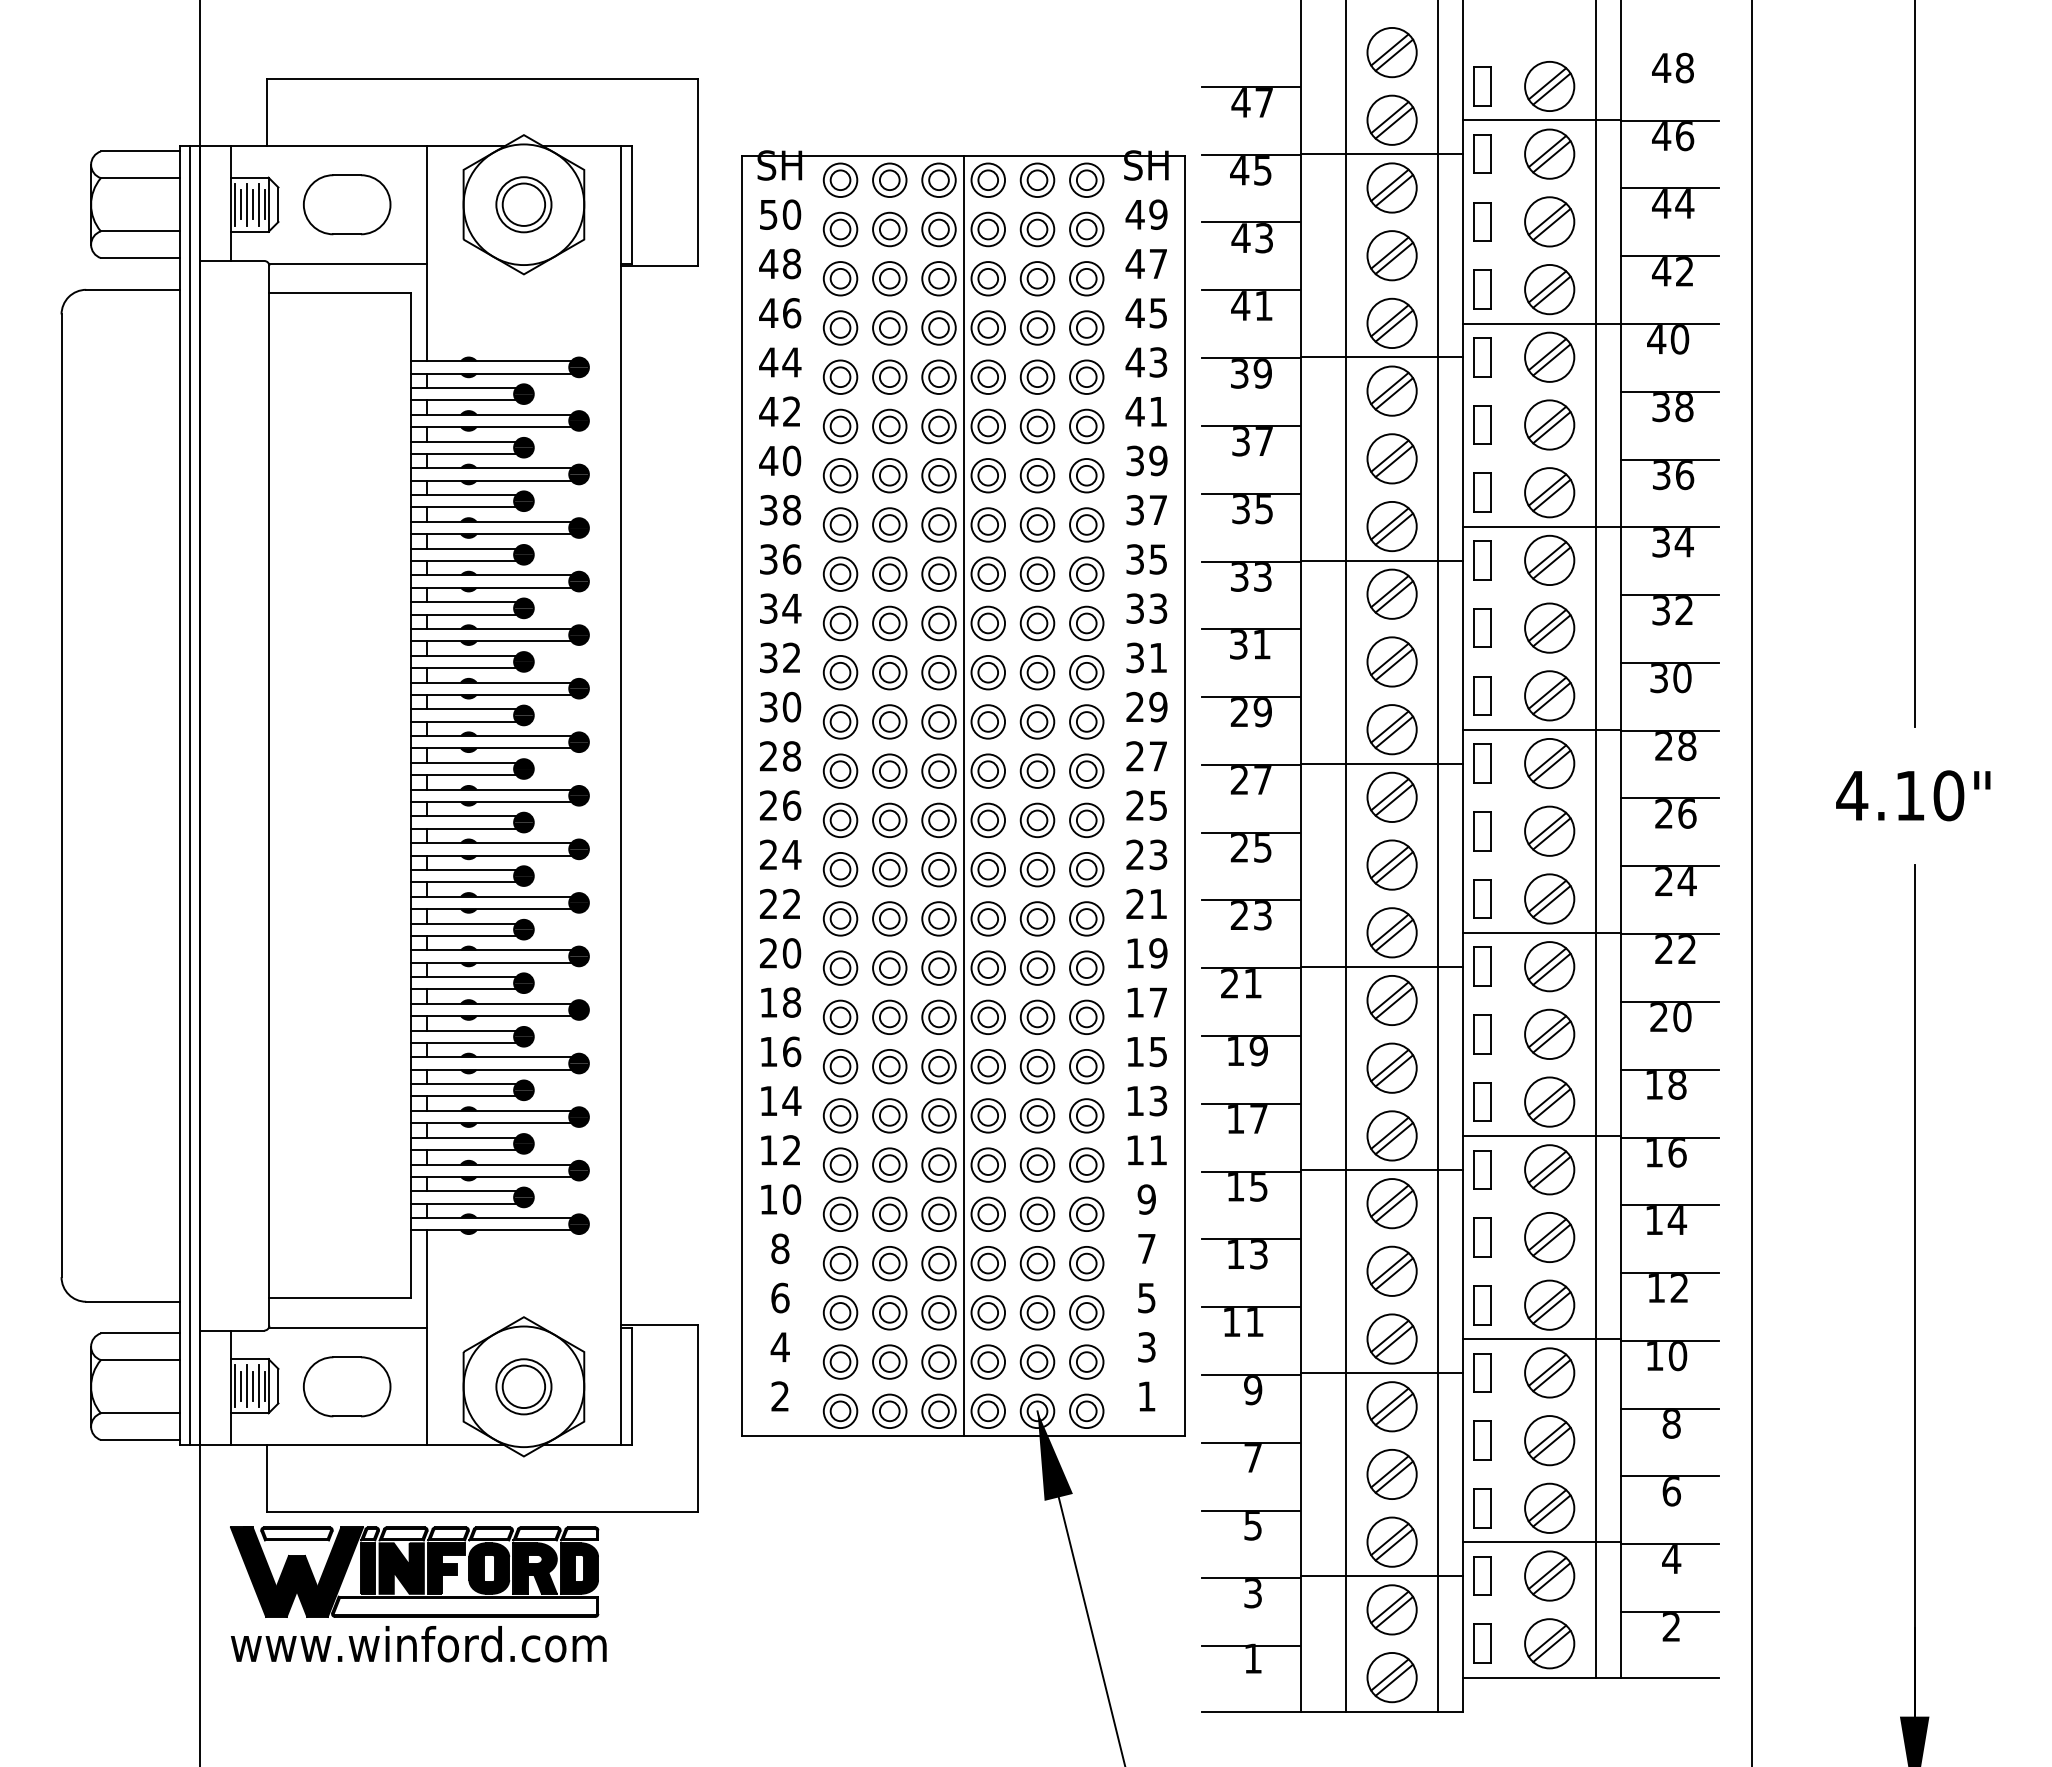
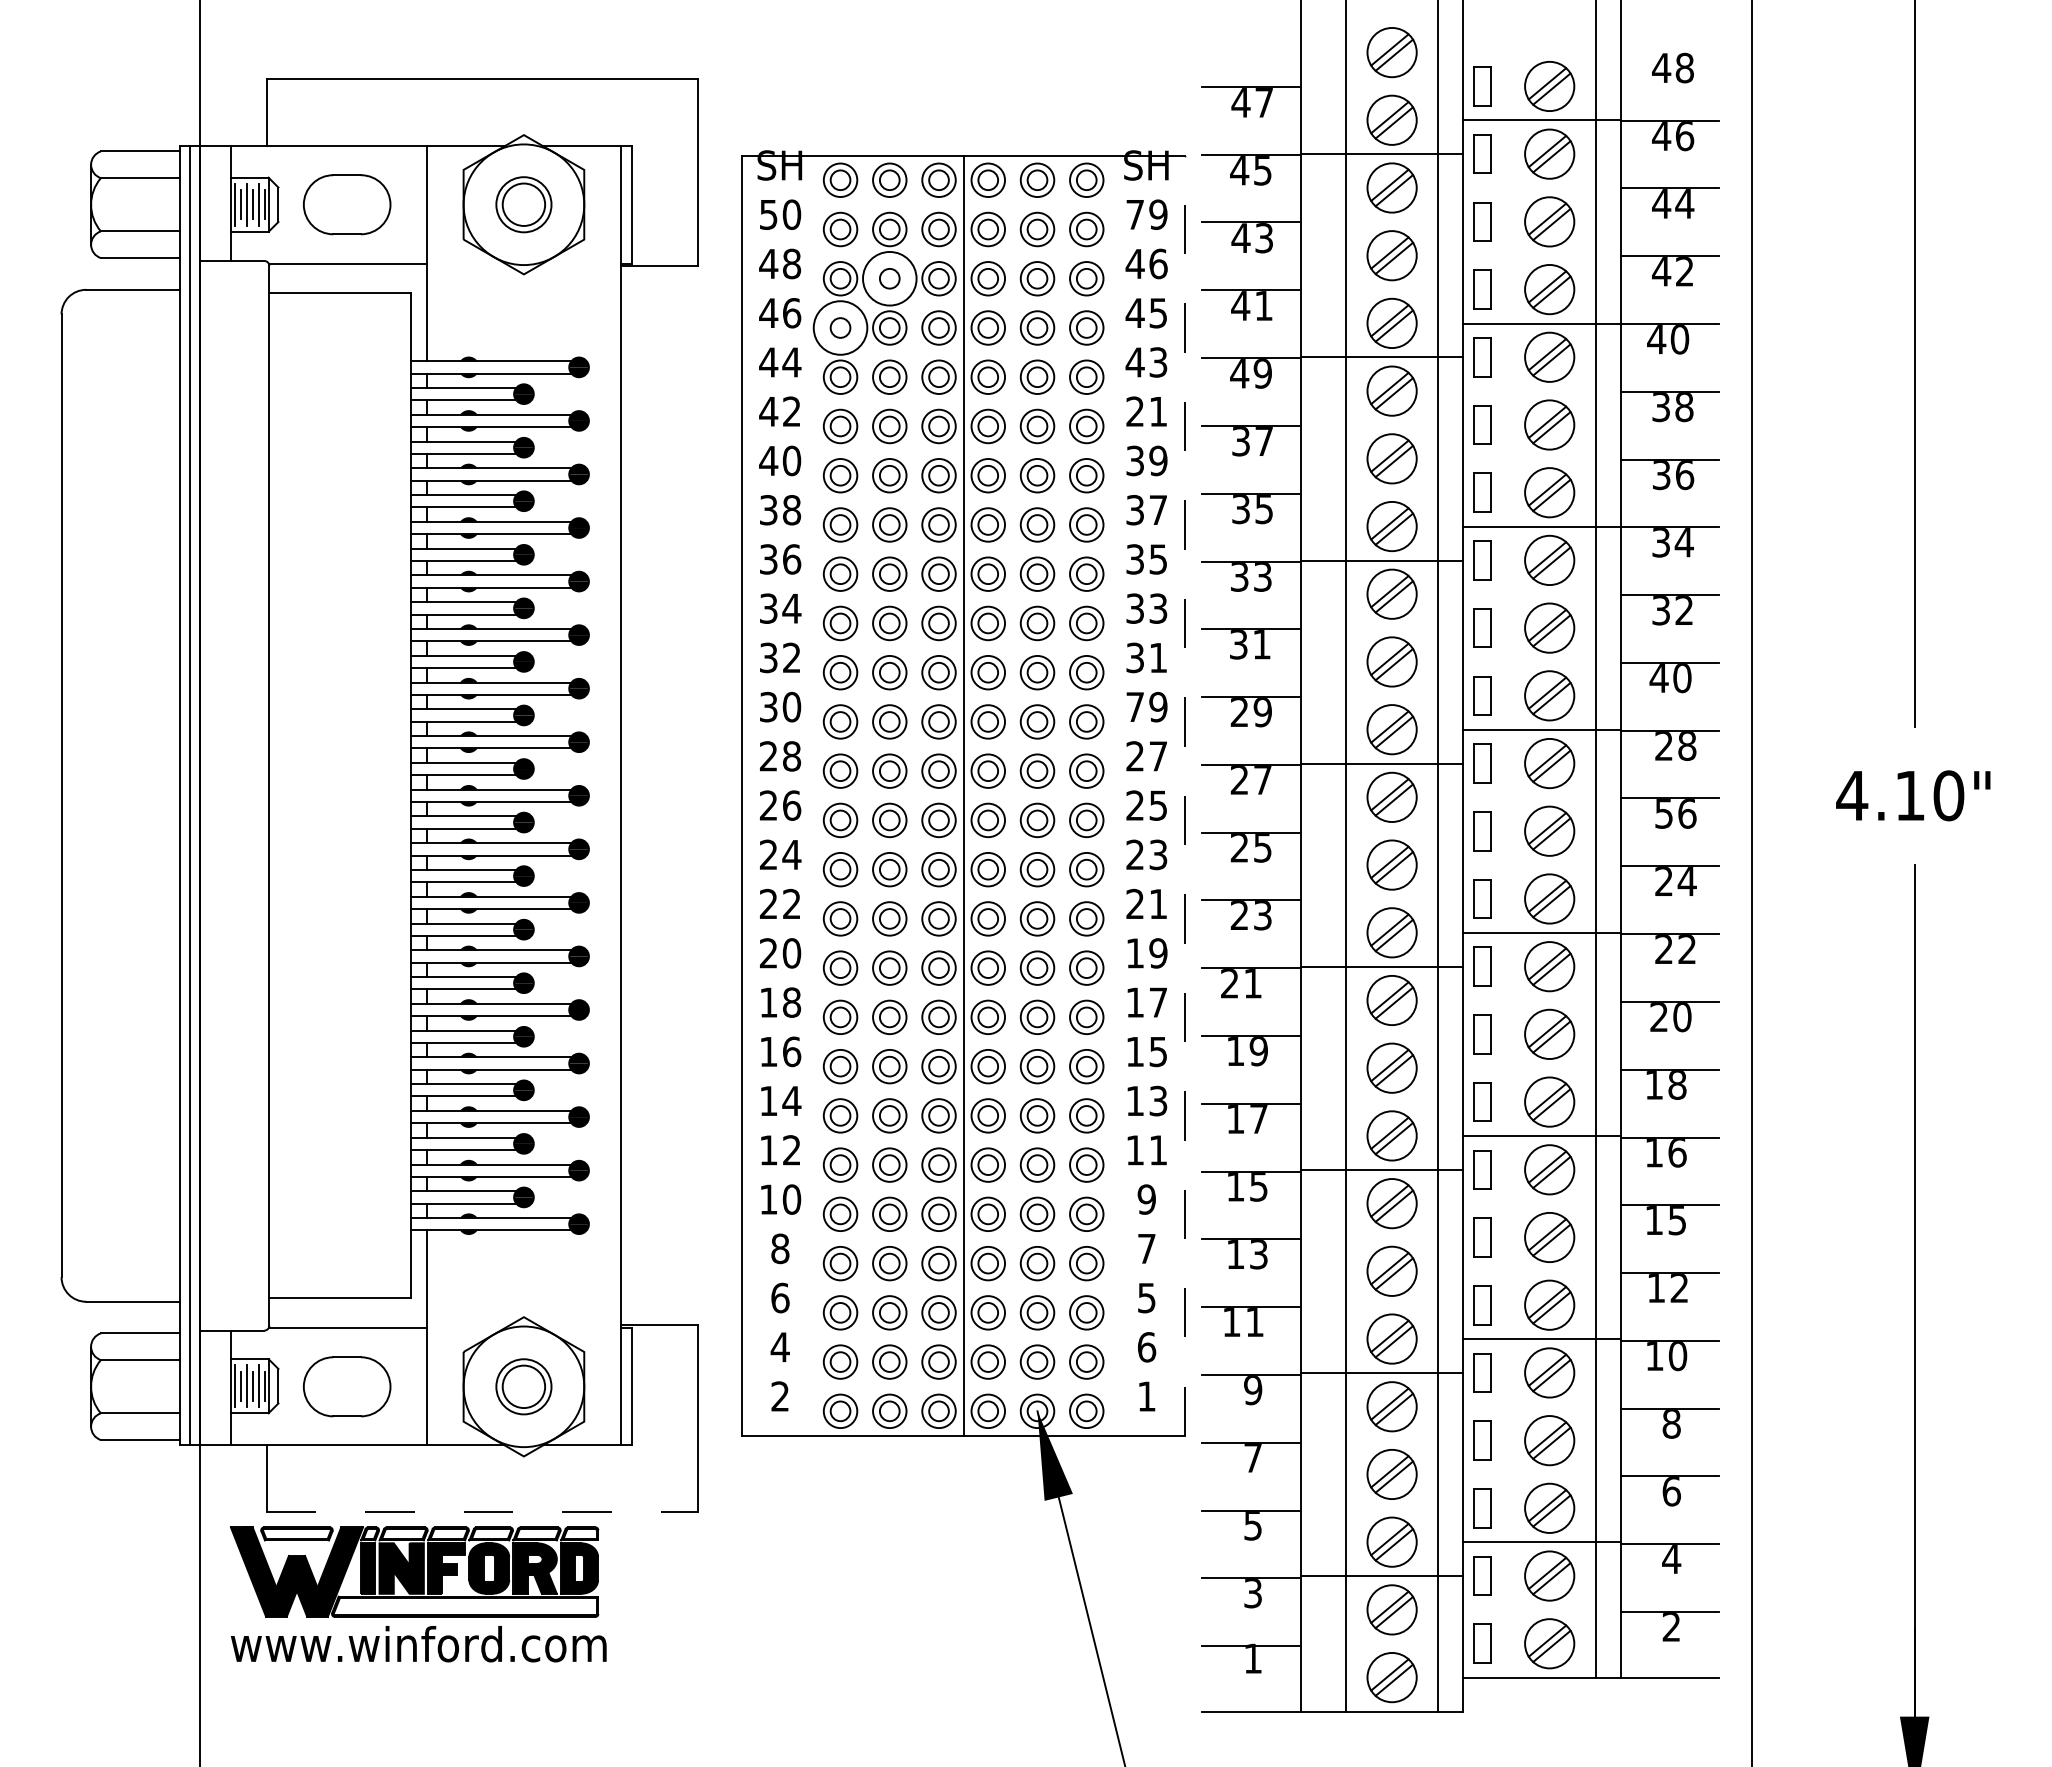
text at (1134, 214): 49 -> 79
text at (1158, 263): 47 -> 46
circle at (889, 278) diameter: 33 px -> 54 px
circle at (840, 327) diameter: 33 px -> 54 px
text at (1239, 373): 39 -> 49
text at (1134, 411): 41 -> 21
text at (1658, 678): 30 -> 40
text at (1134, 706): 29 -> 79
line at (1185, 795): solid -> dashed
text at (1663, 813): 26 -> 56
text at (1677, 1220): 14 -> 15
text at (1147, 1347): 3 -> 6
line at (482, 1512): solid -> dashed
